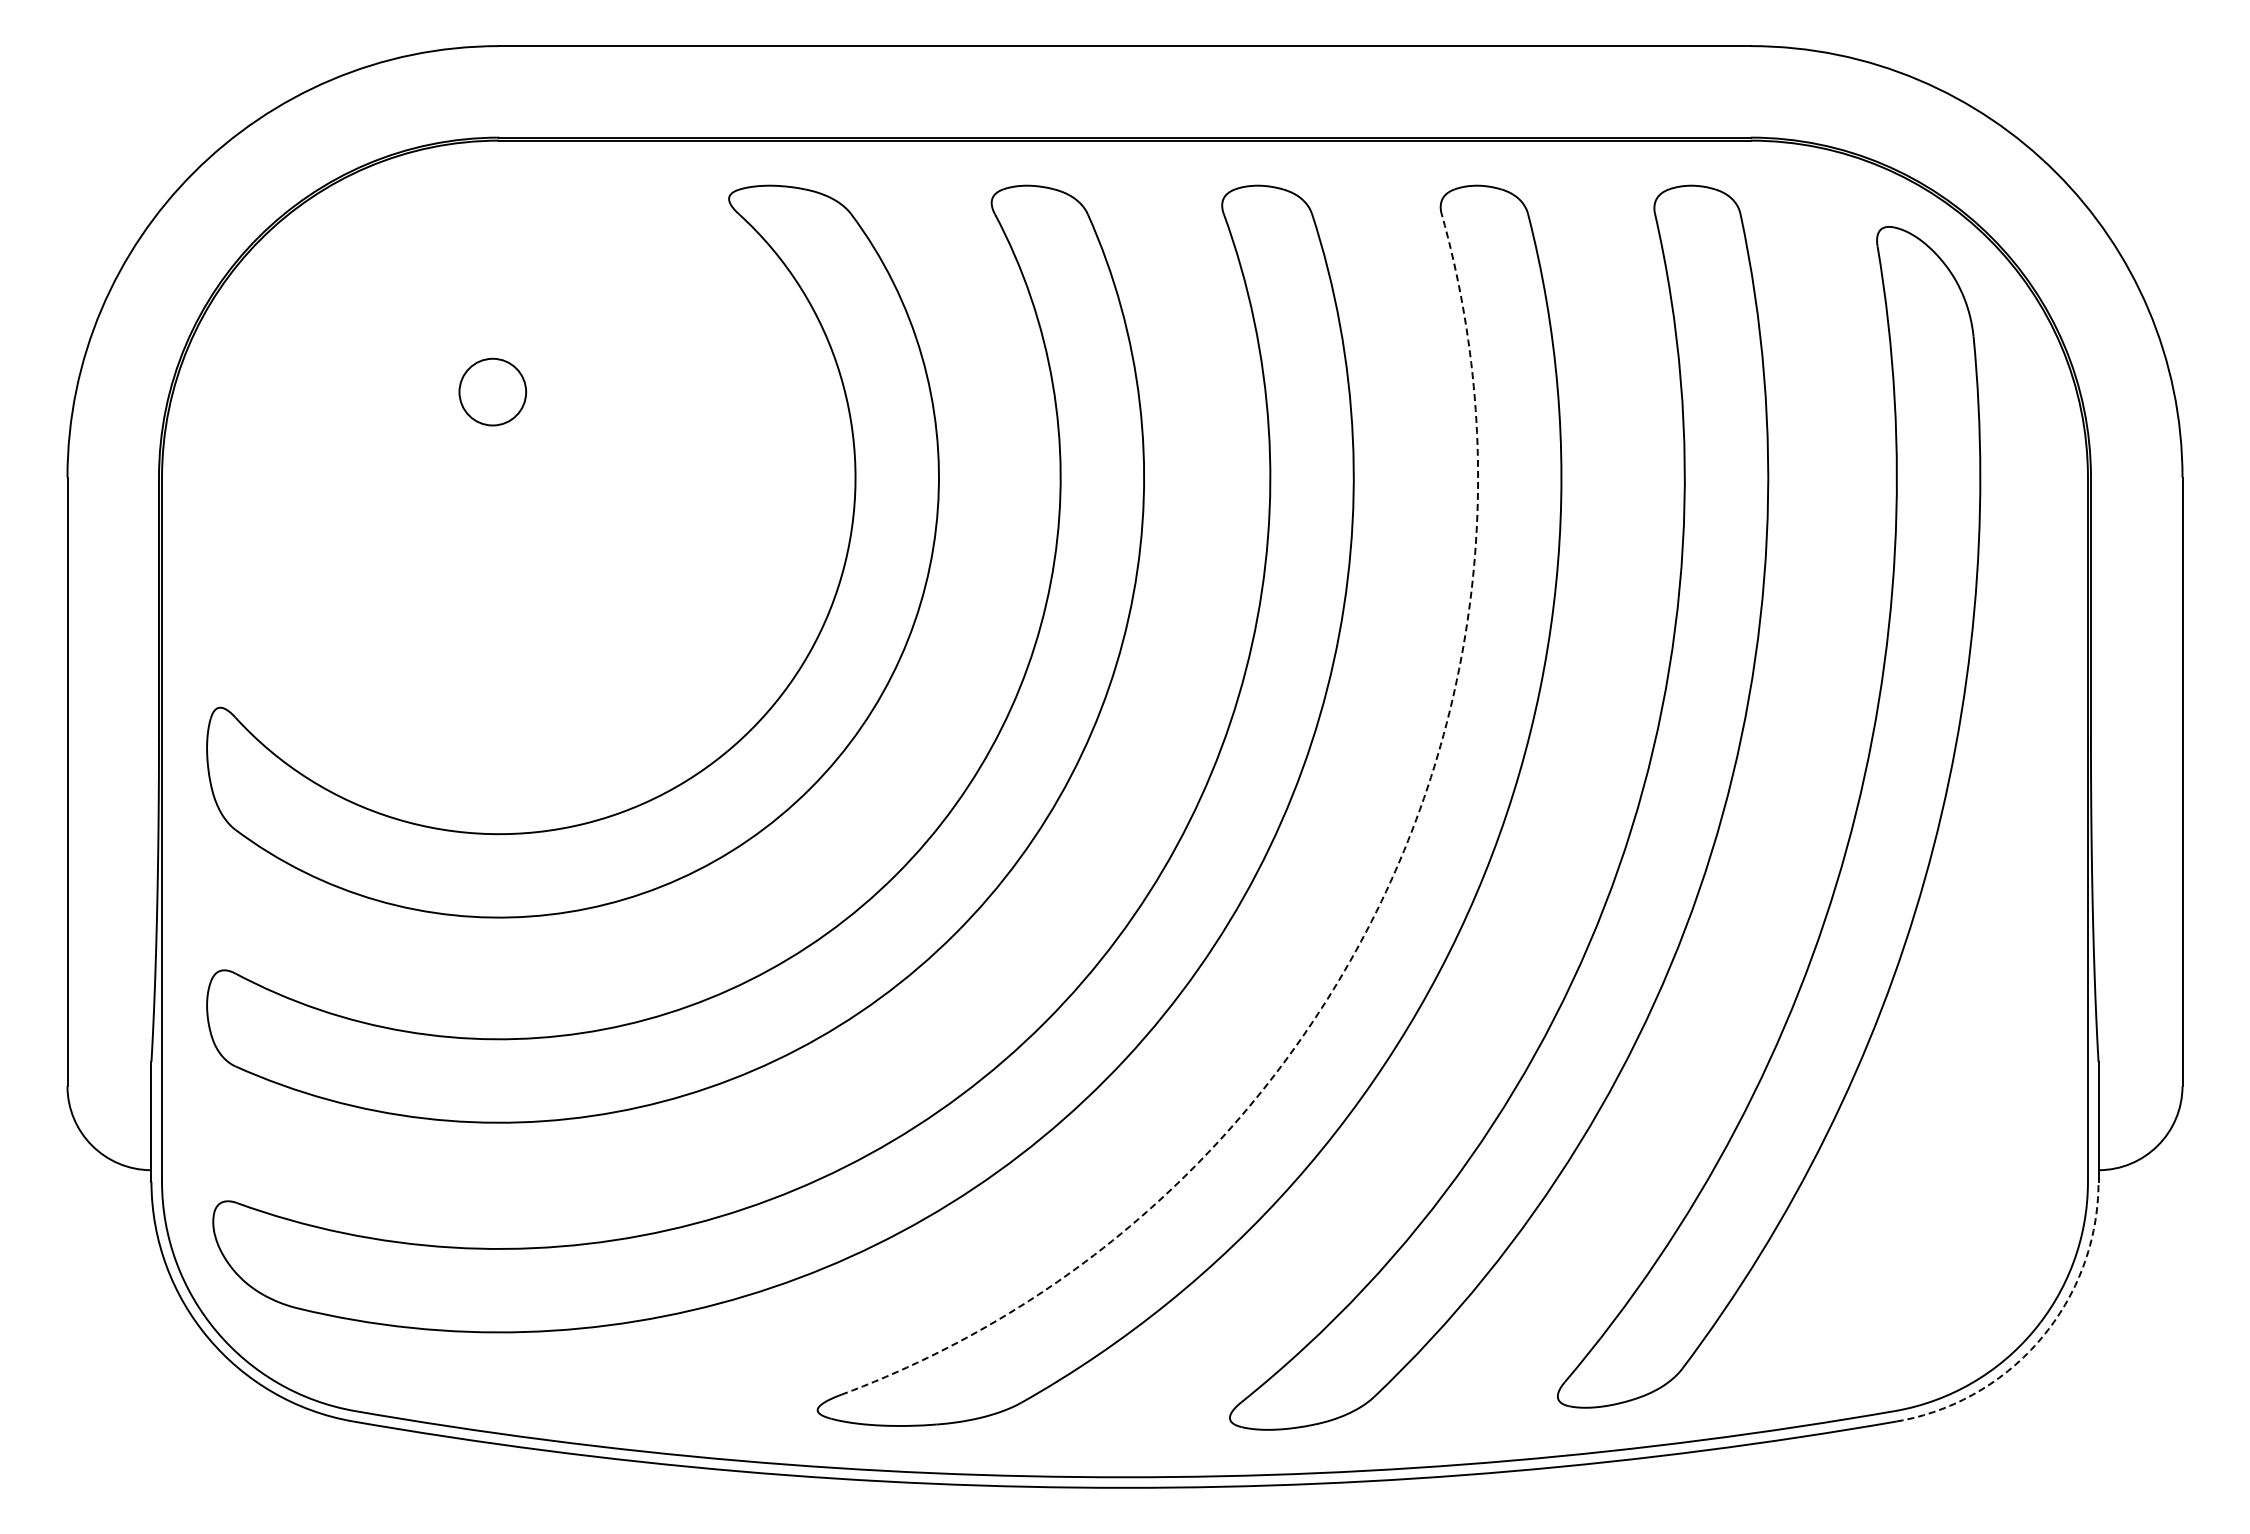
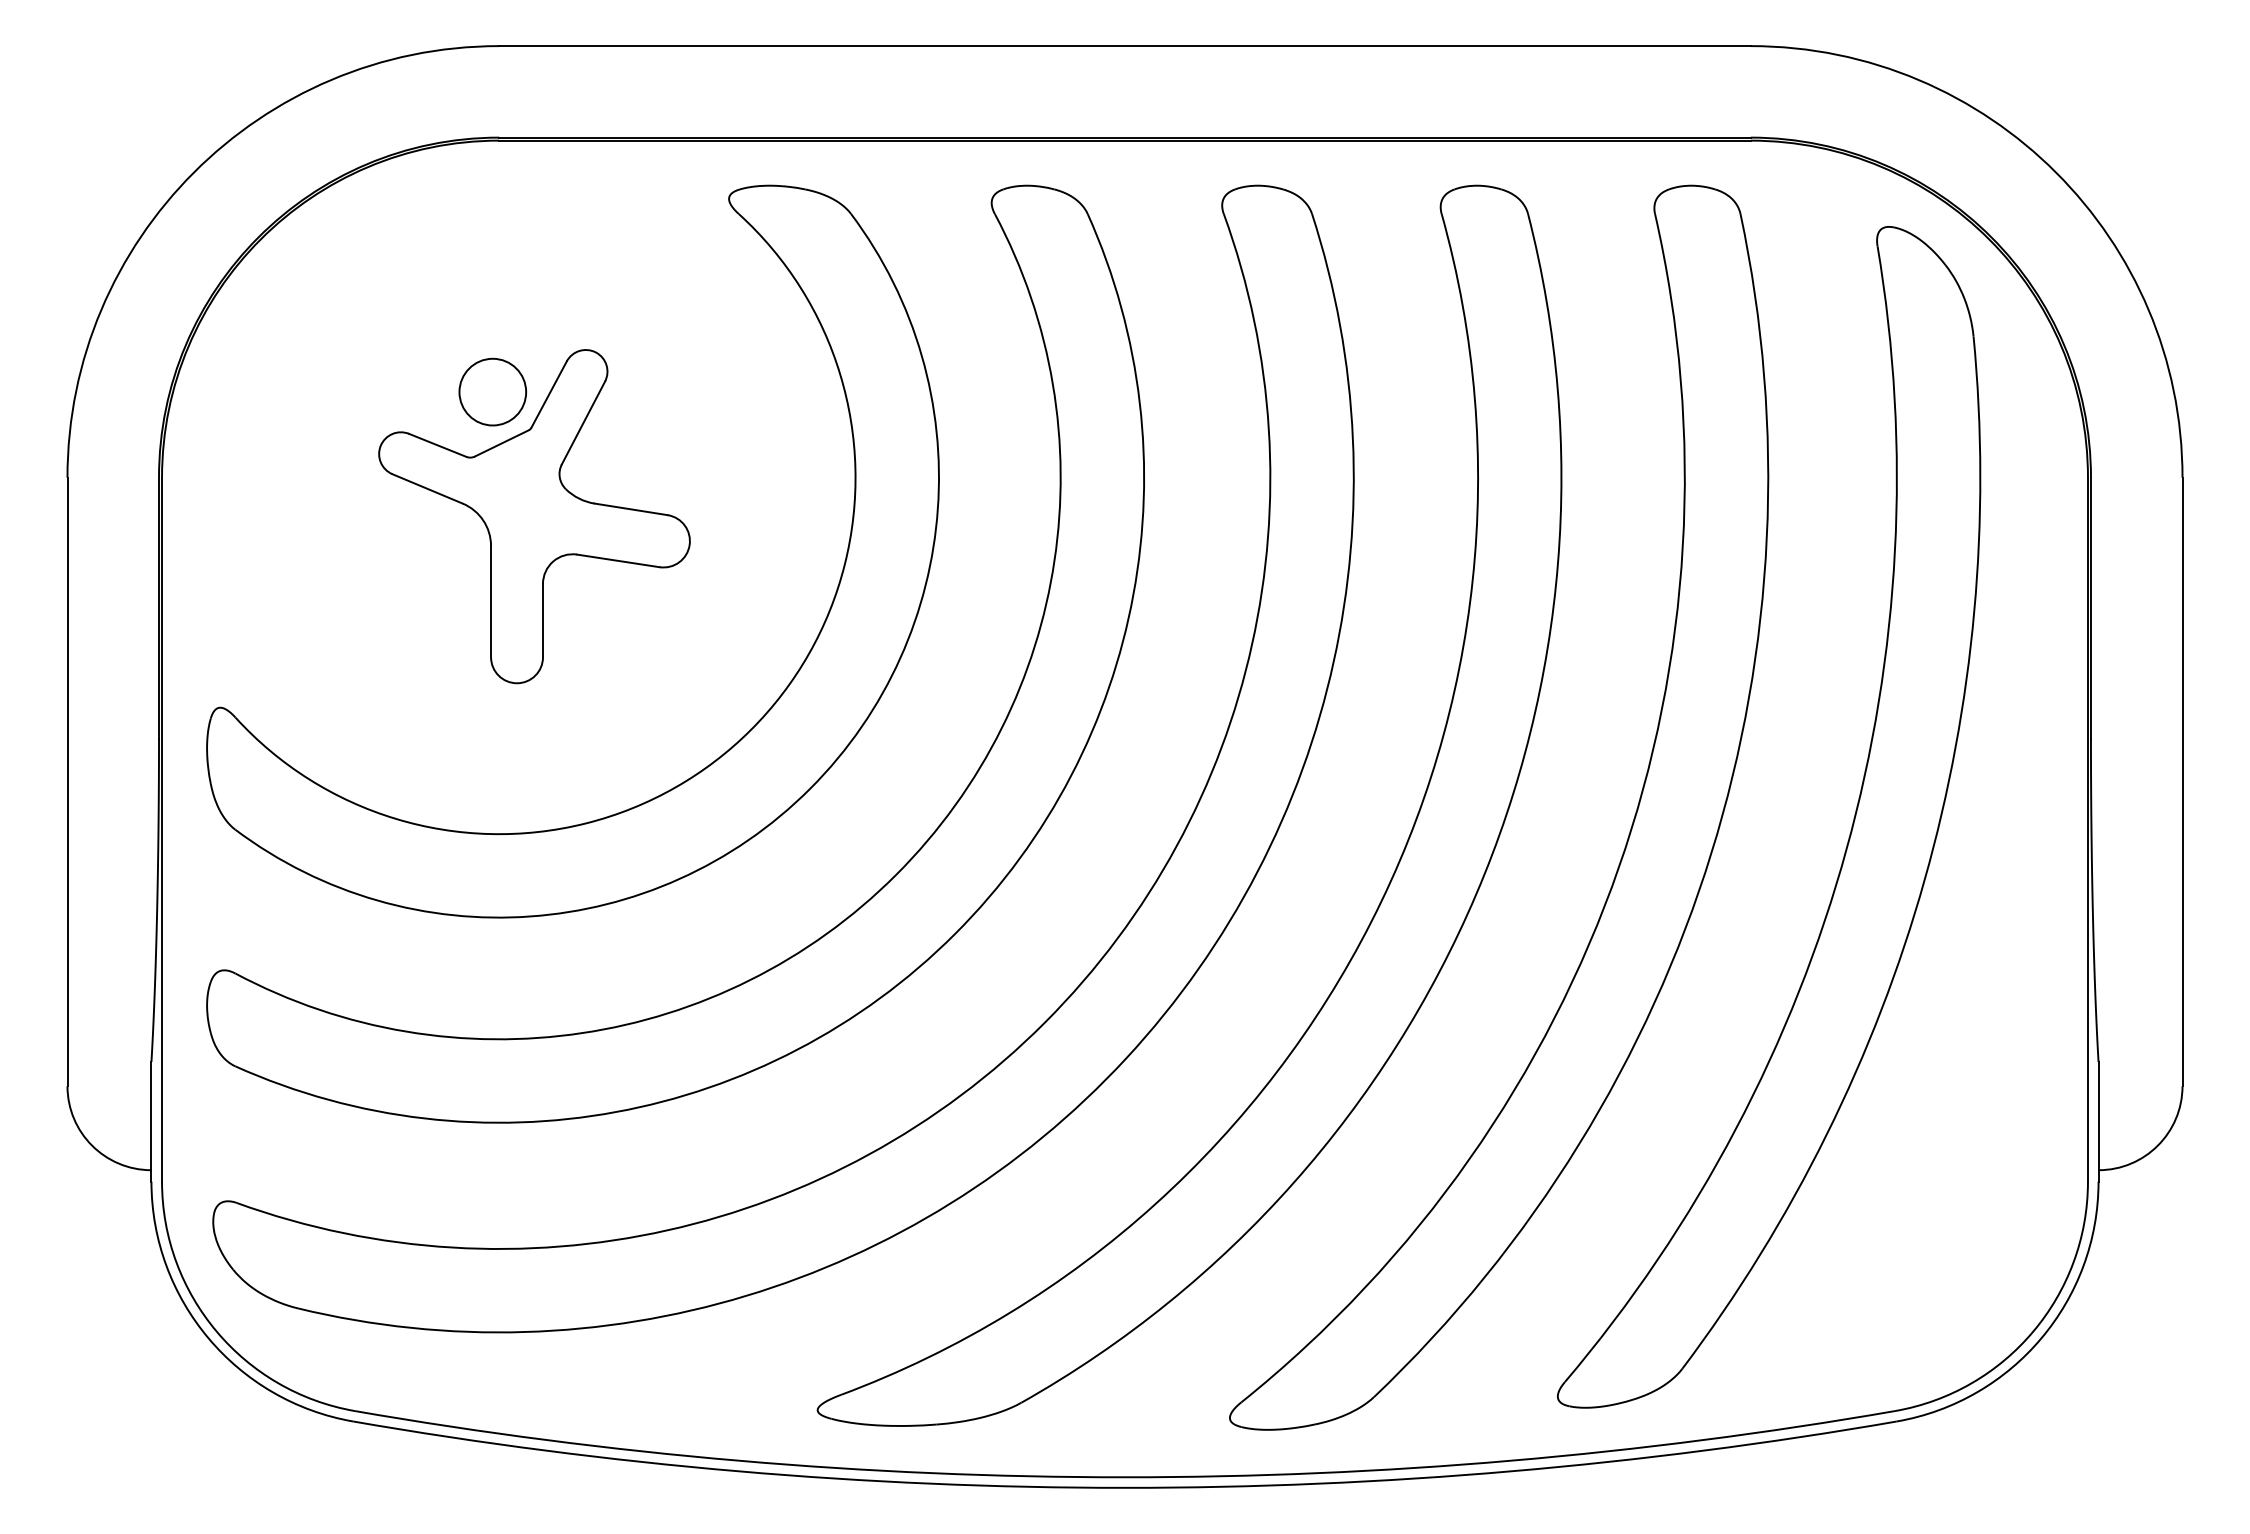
part at (534, 516): none -> present
arc at (1371, 921): dashed -> solid
arc at (2041, 1338): dashed -> solid
